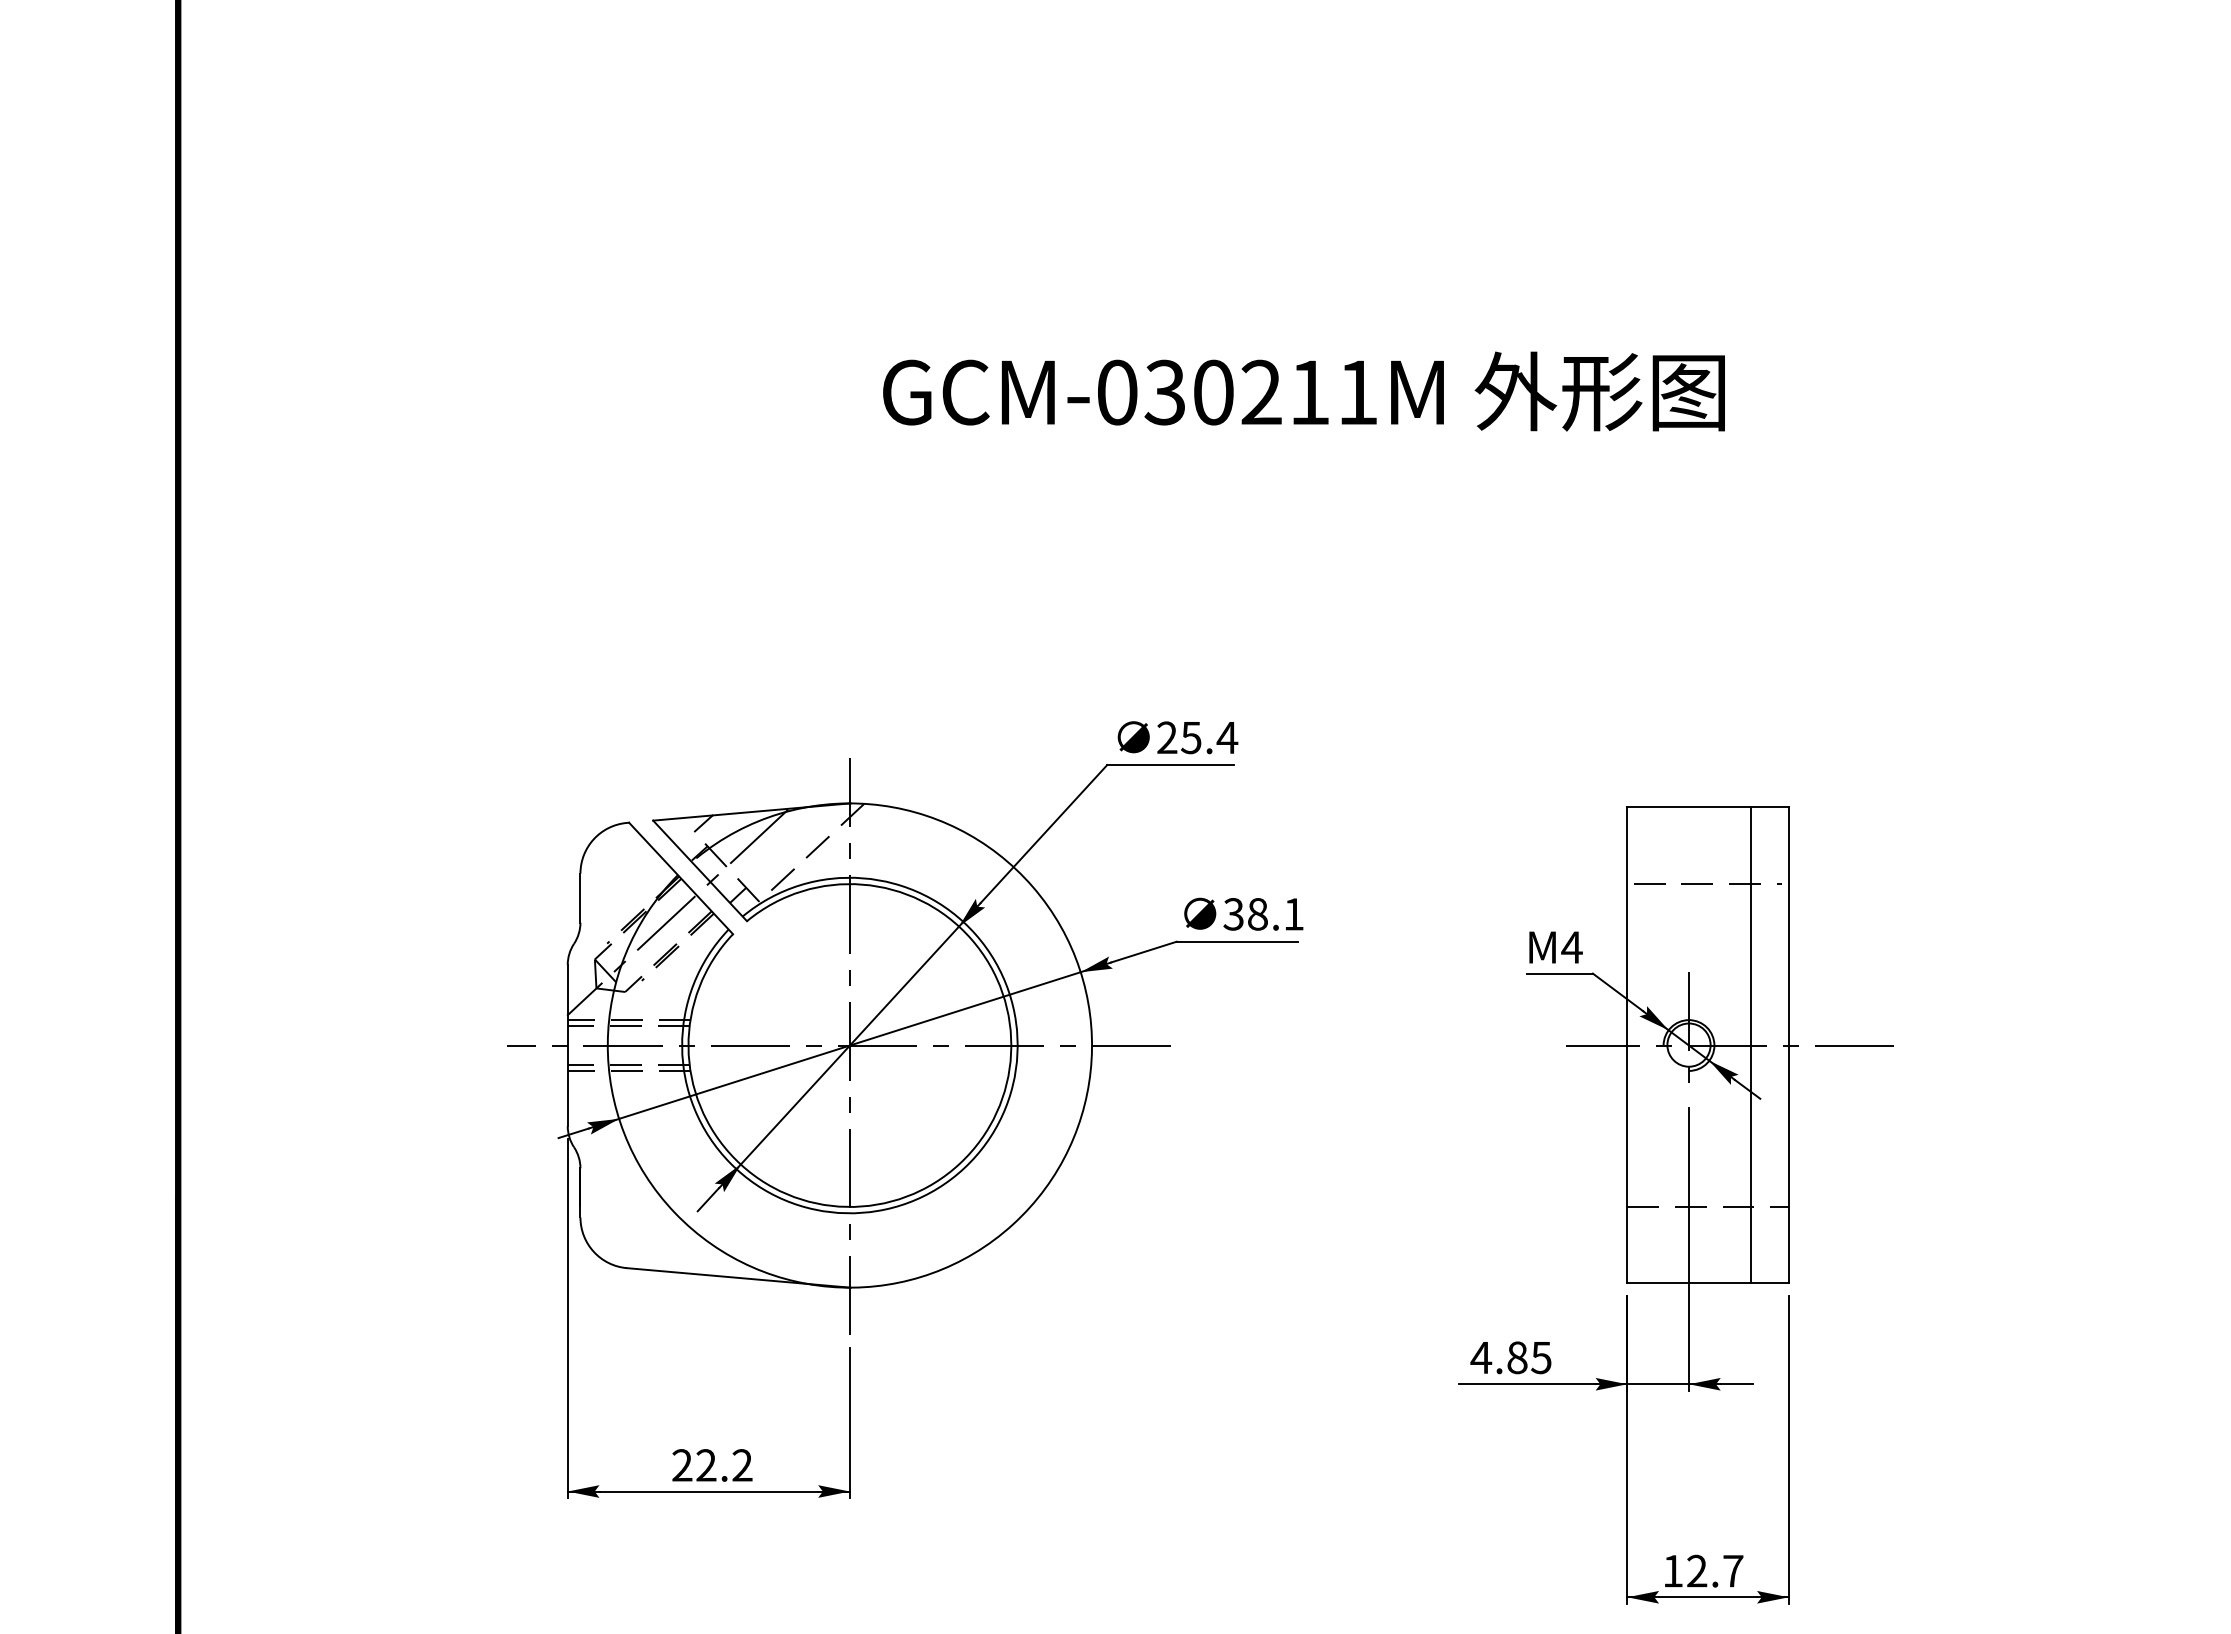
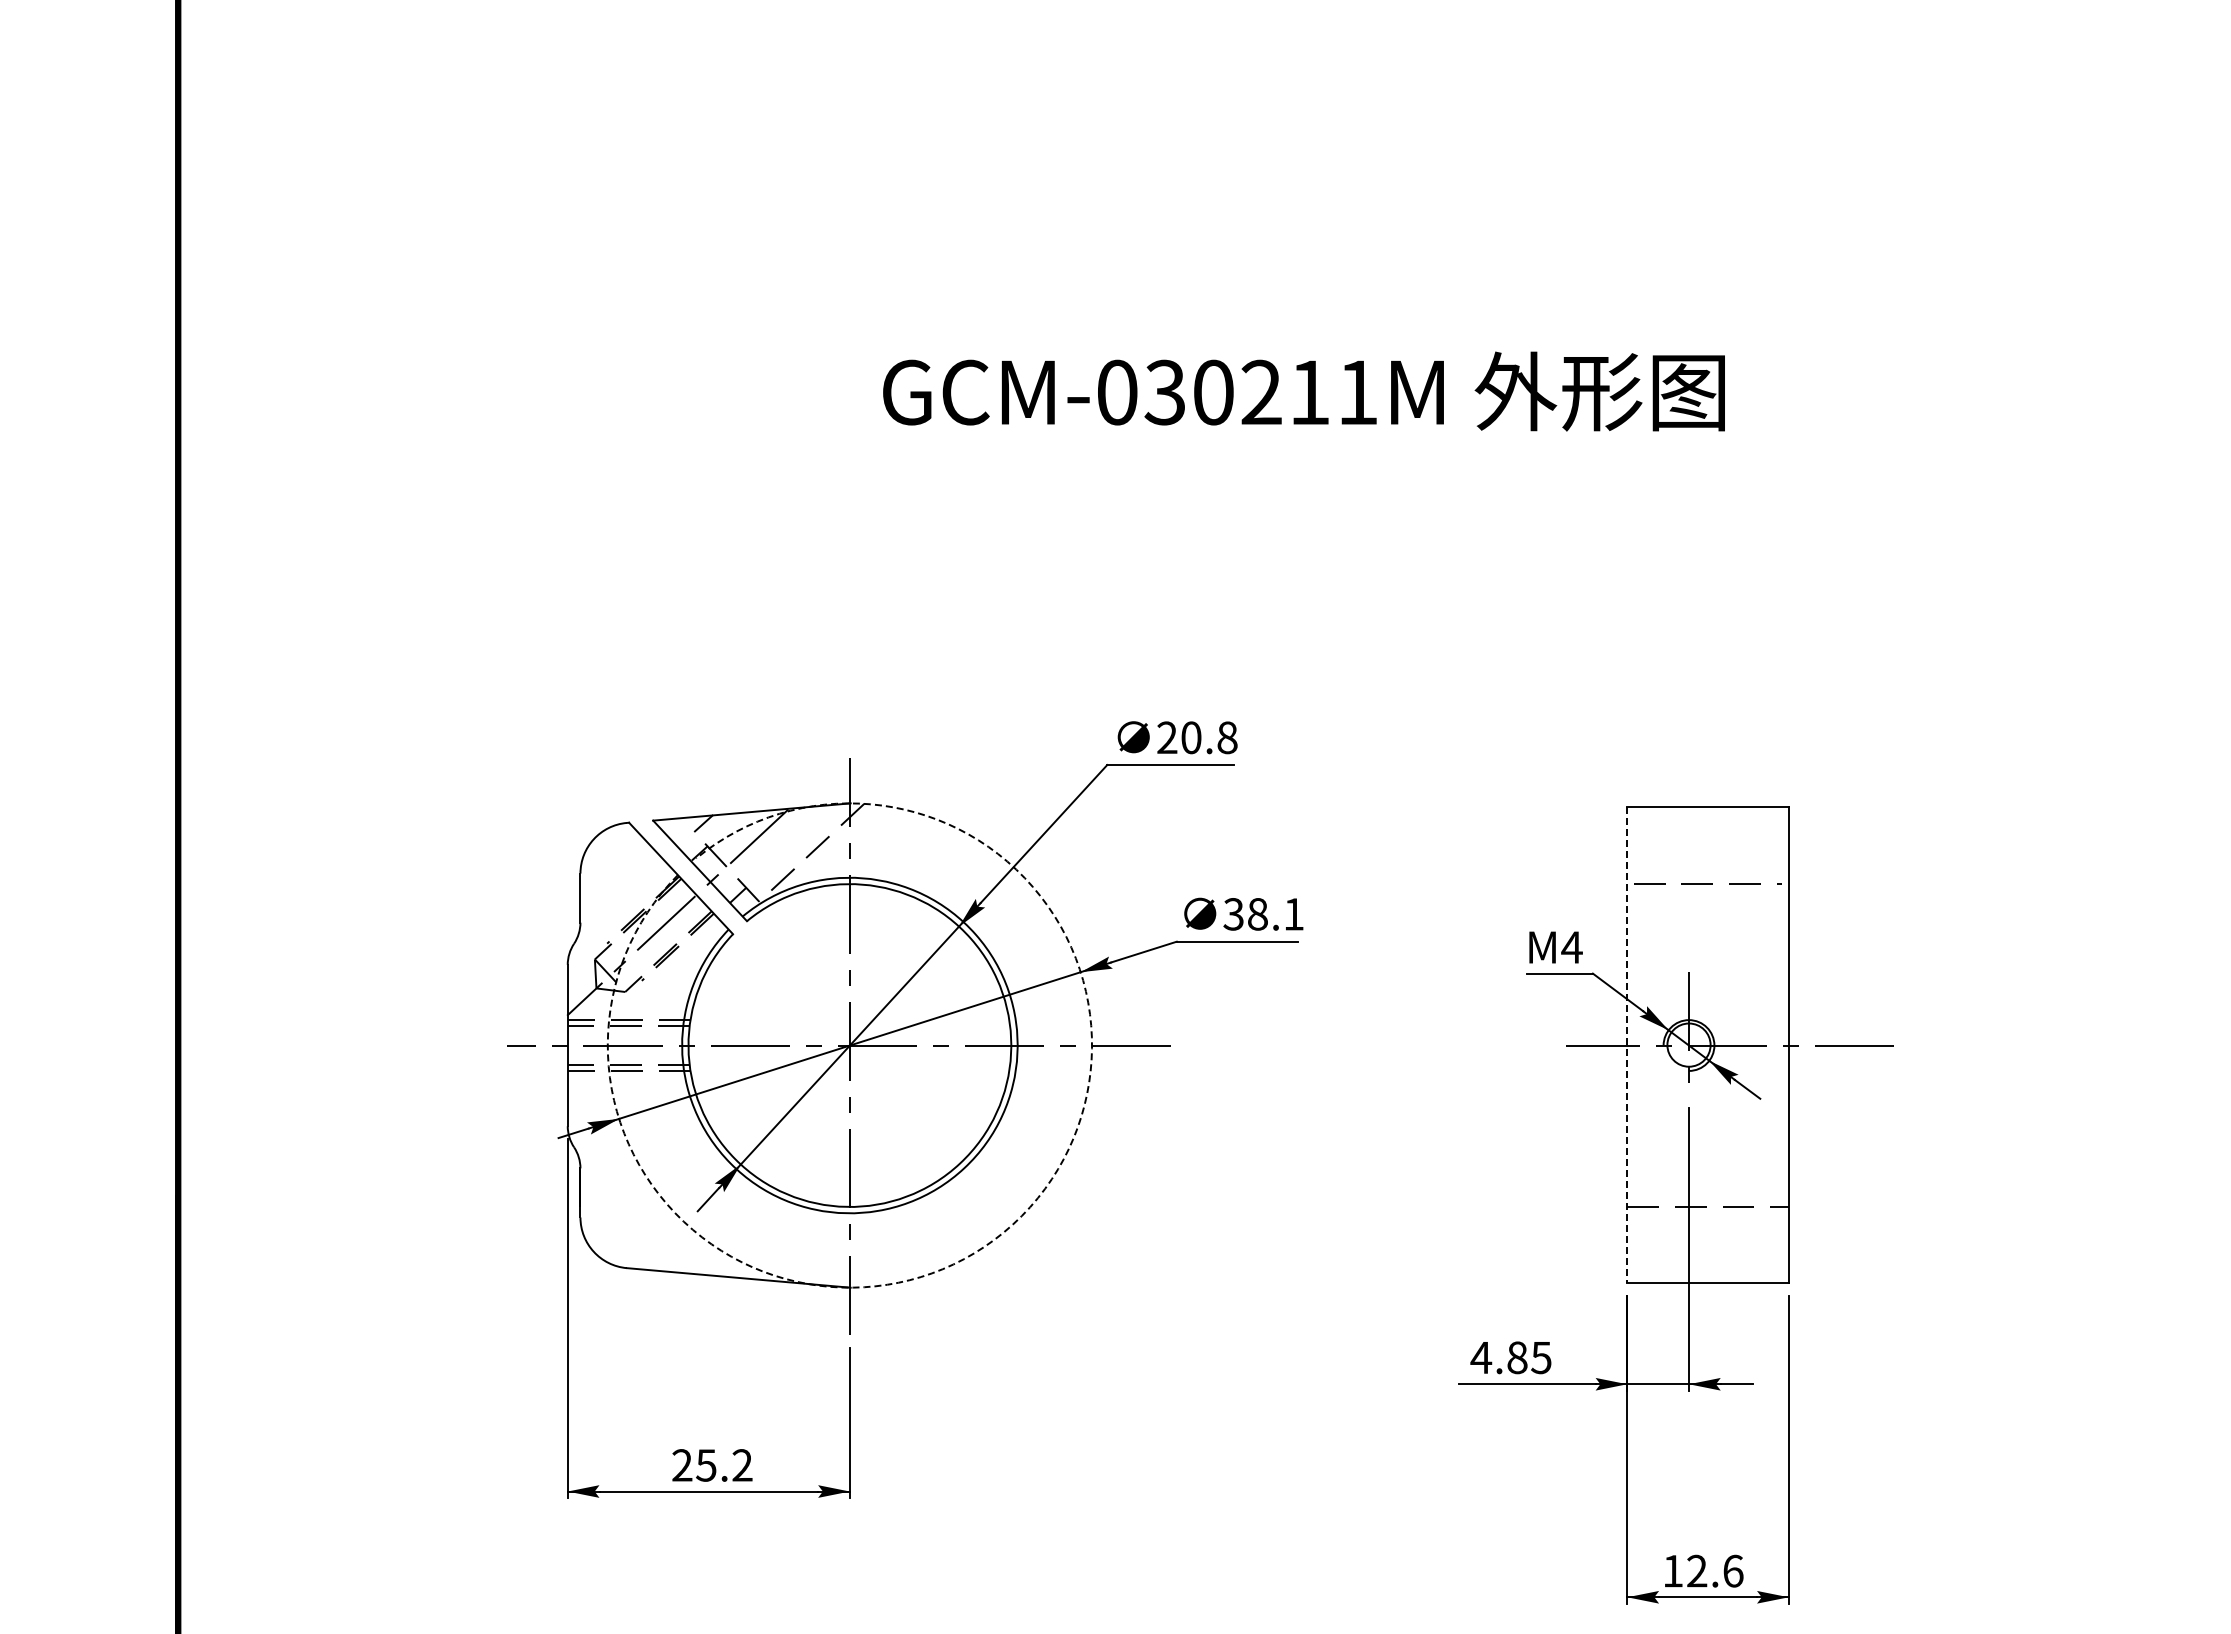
text at (1209, 737): 25.4 -> 20.8
line at (1750, 1044): present -> none
line at (1627, 1045): solid -> dashed
arc at (1012, 1224): solid -> dashed
text at (706, 1465): 22.2 -> 25.2
text at (1733, 1570): 12.7 -> 12.6
